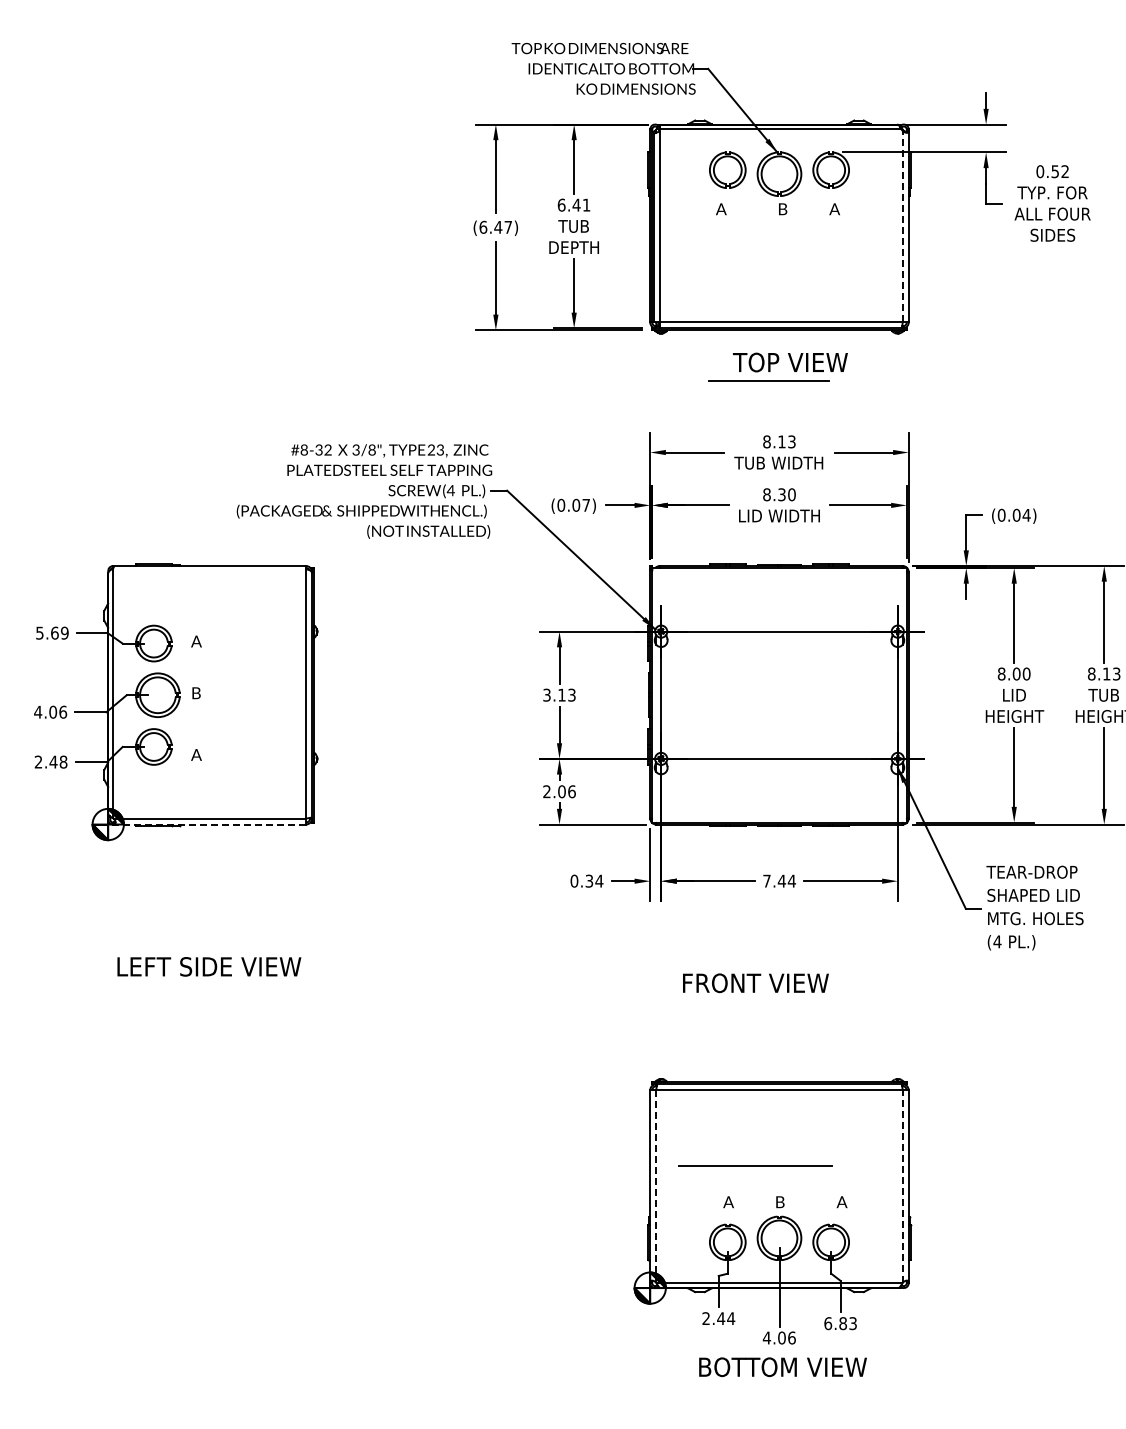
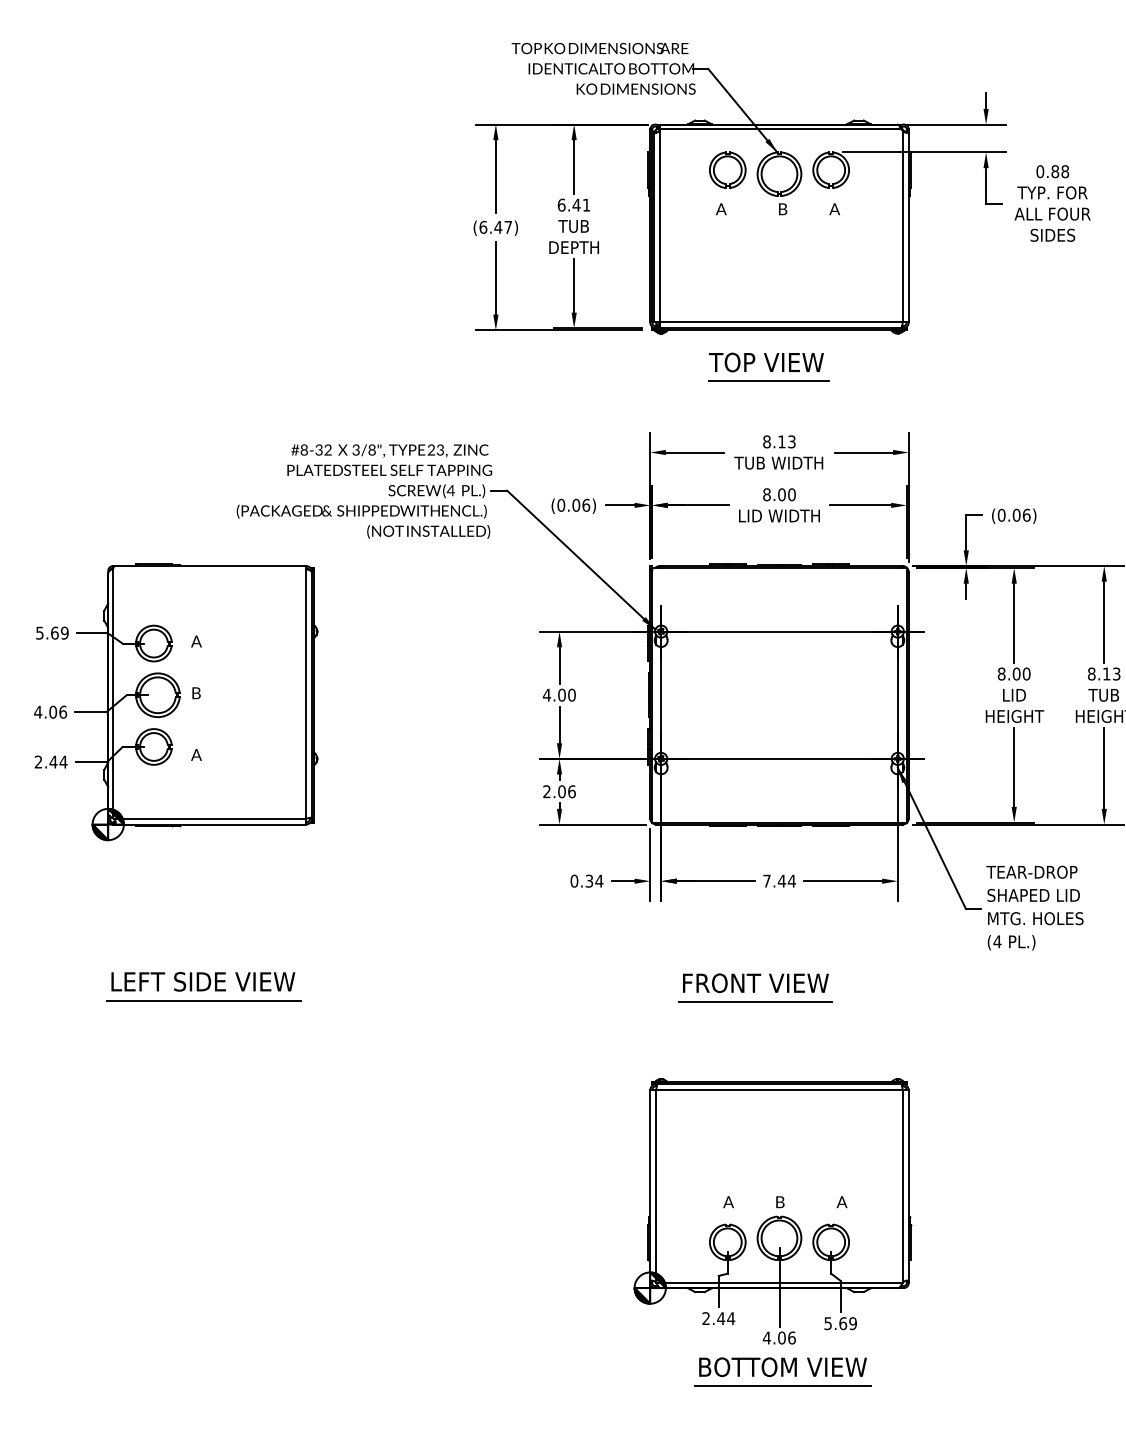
text at (1060, 171): 0.52 -> 0.88
line at (902, 226): dashed -> solid
text at (790, 362) position: (790, 362) -> (766, 362)
text at (781, 494): 8.30 -> 8.00
text at (586, 504): (0.07) -> (0.06)
text at (1026, 514): (0.04) -> (0.06)
text at (558, 694): 3.13 -> 4.00
text at (63, 761): 2.48 -> 2.44
line at (209, 824): dashed -> solid
text at (209, 966) position: (209, 966) -> (203, 981)
line at (204, 1000): none -> present
line at (755, 1165) position: (755, 1165) -> (755, 1001)
line at (902, 1186): dashed -> solid
line at (656, 1187): dashed -> solid
text at (840, 1323): 6.83 -> 5.69
line at (782, 1386): none -> present
